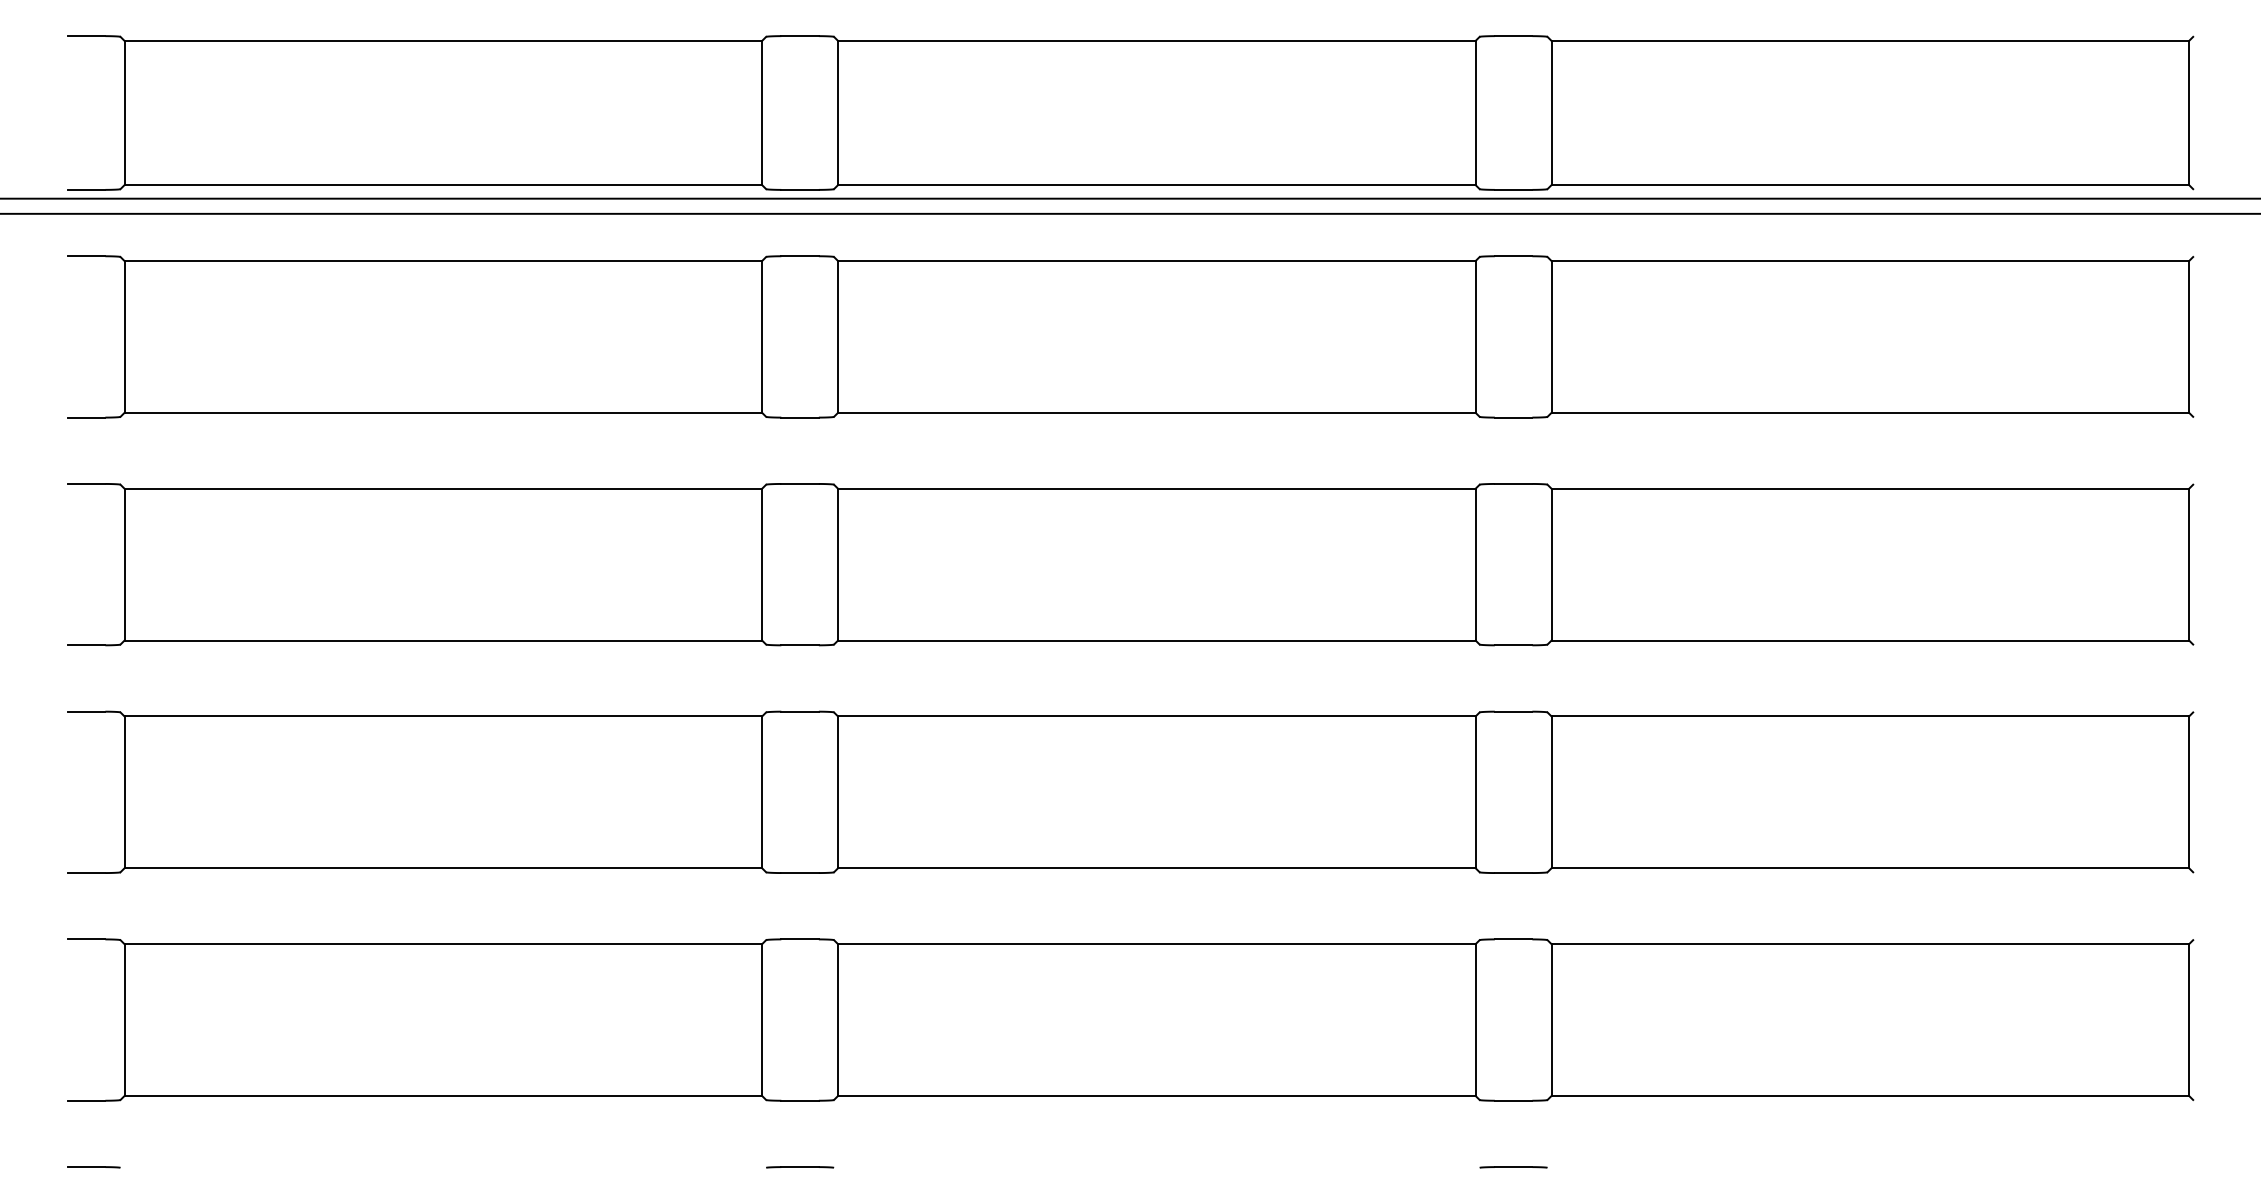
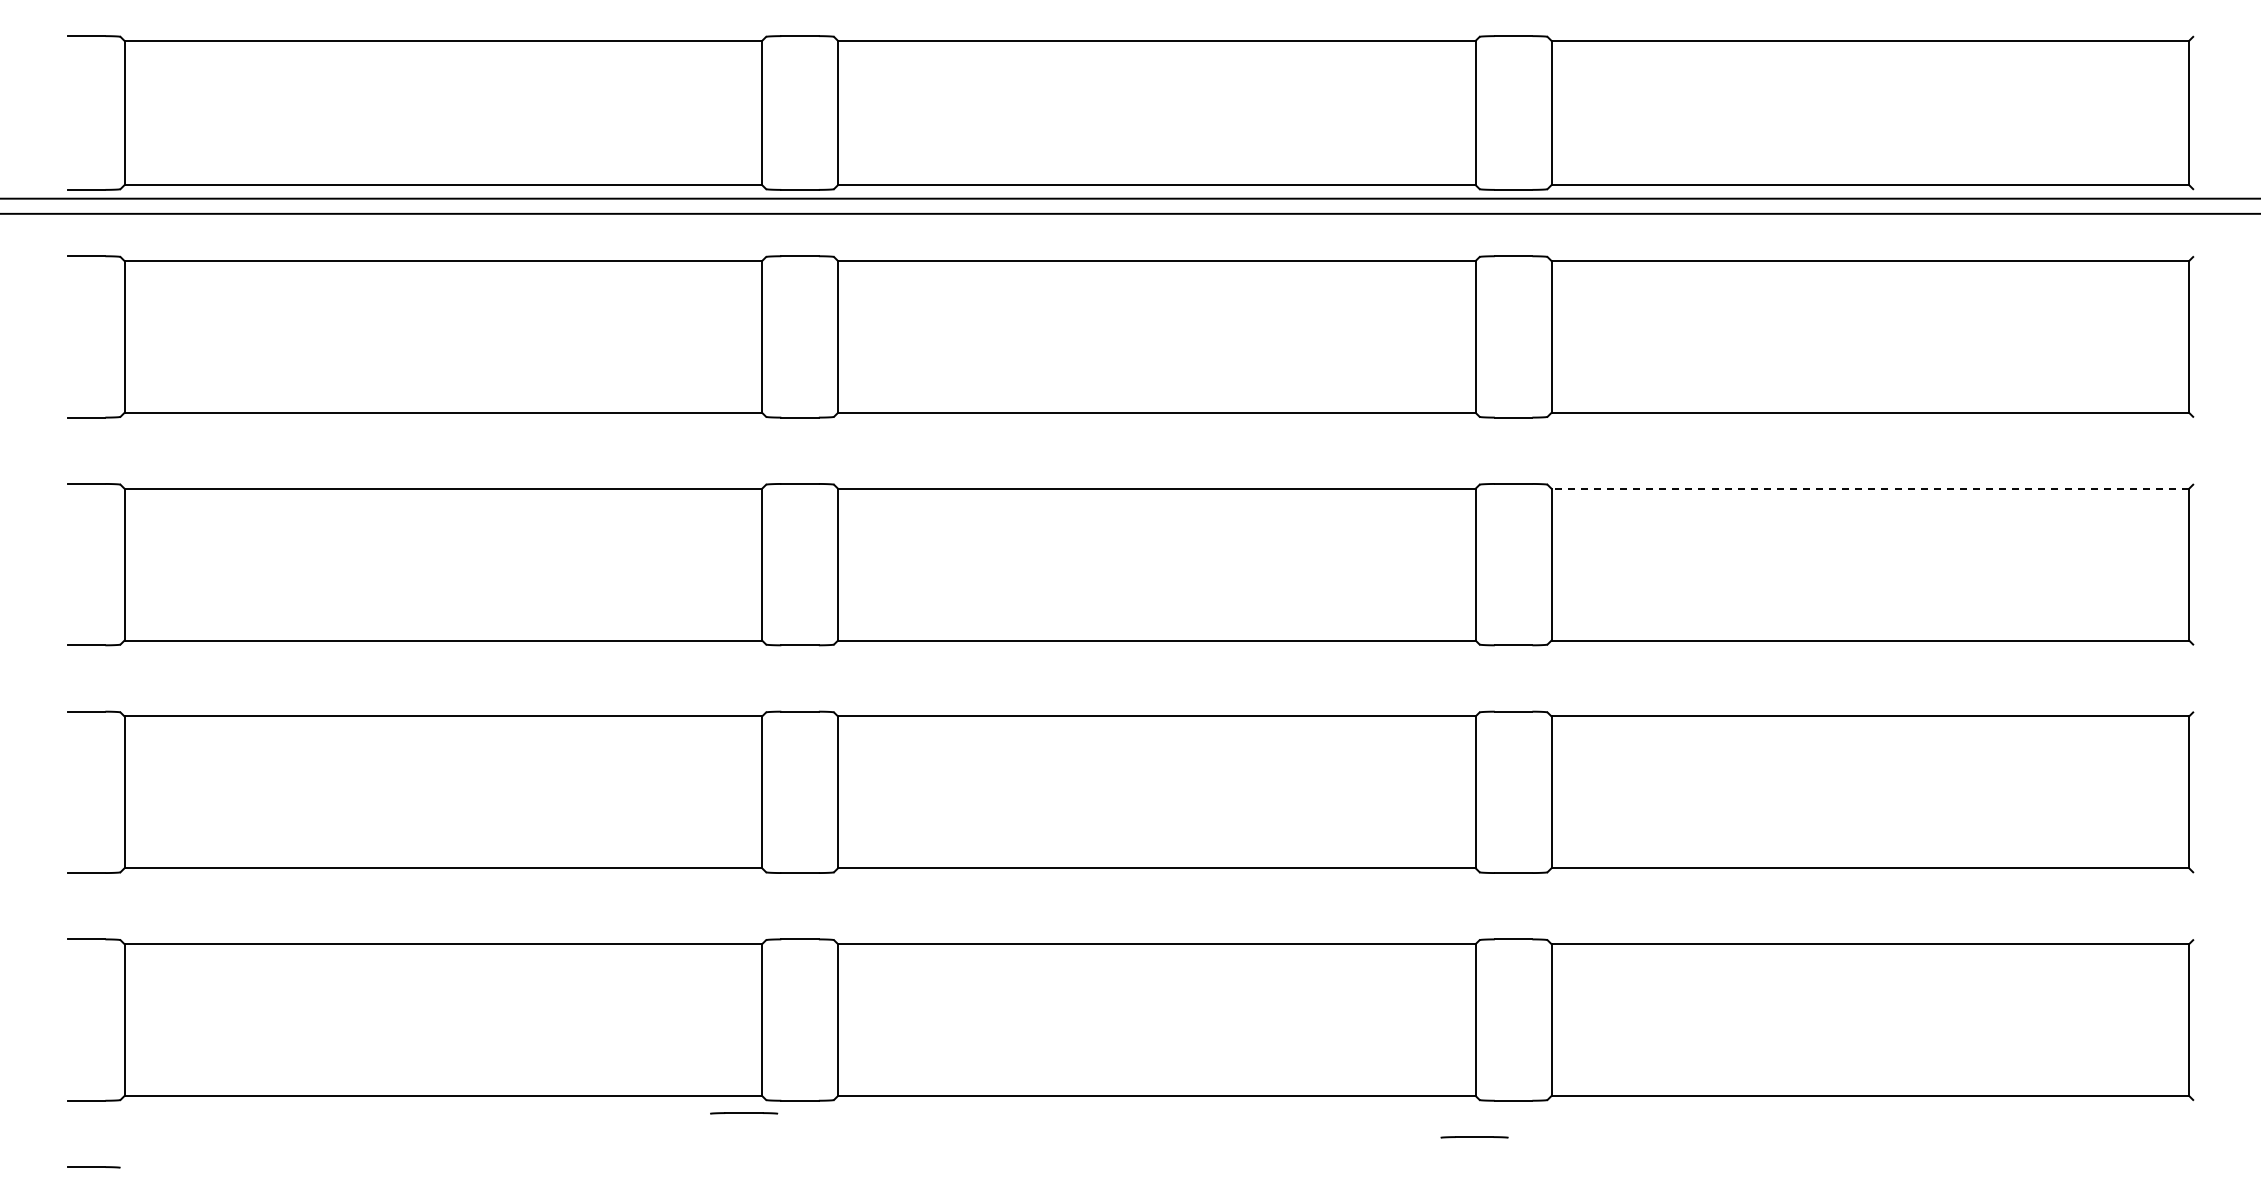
line at (1870, 488): solid -> dashed
line at (800, 1167) position: (800, 1167) -> (744, 1113)
line at (1513, 1167) position: (1513, 1167) -> (1474, 1137)
